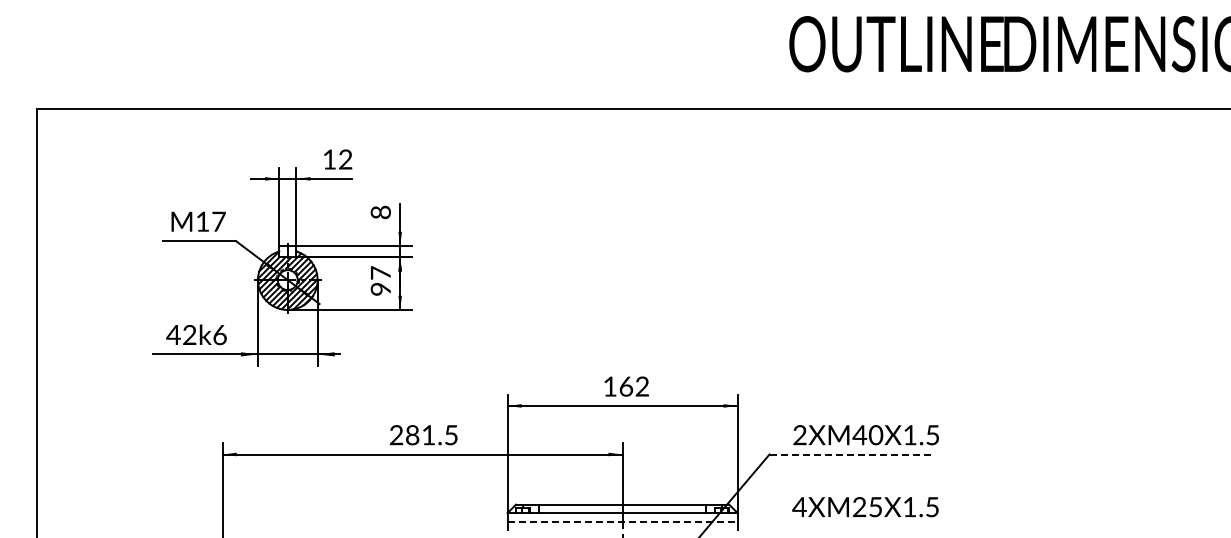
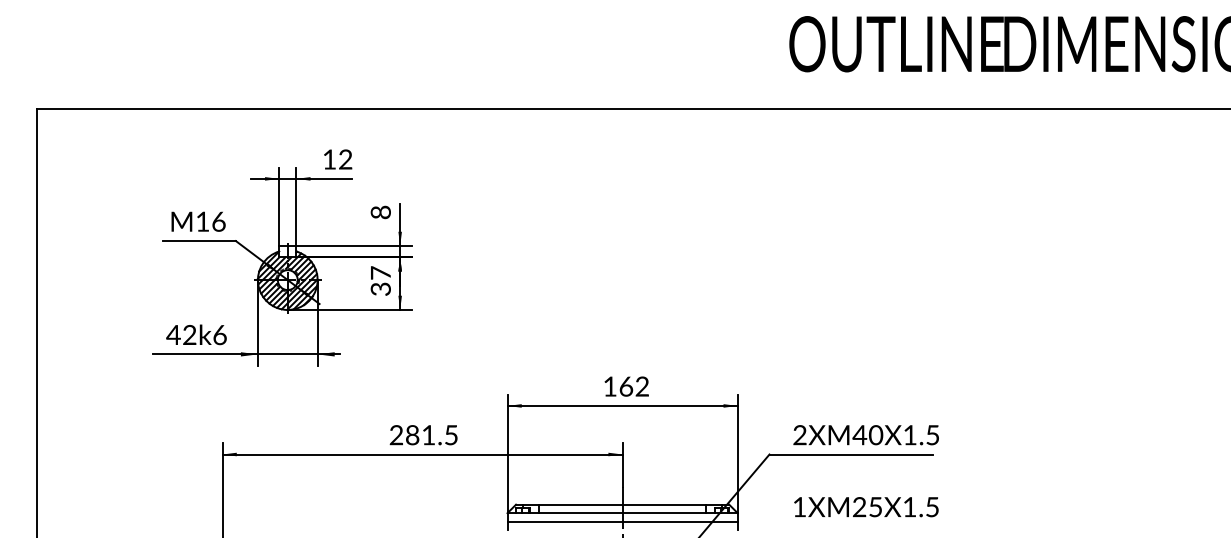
text at (218, 221): M17 -> M16
text at (380, 288): 97 -> 37
line at (851, 454): dashed -> solid
text at (799, 507): 4XM25X1.5 -> 1XM25X1.5
line at (623, 521): dashed -> solid
